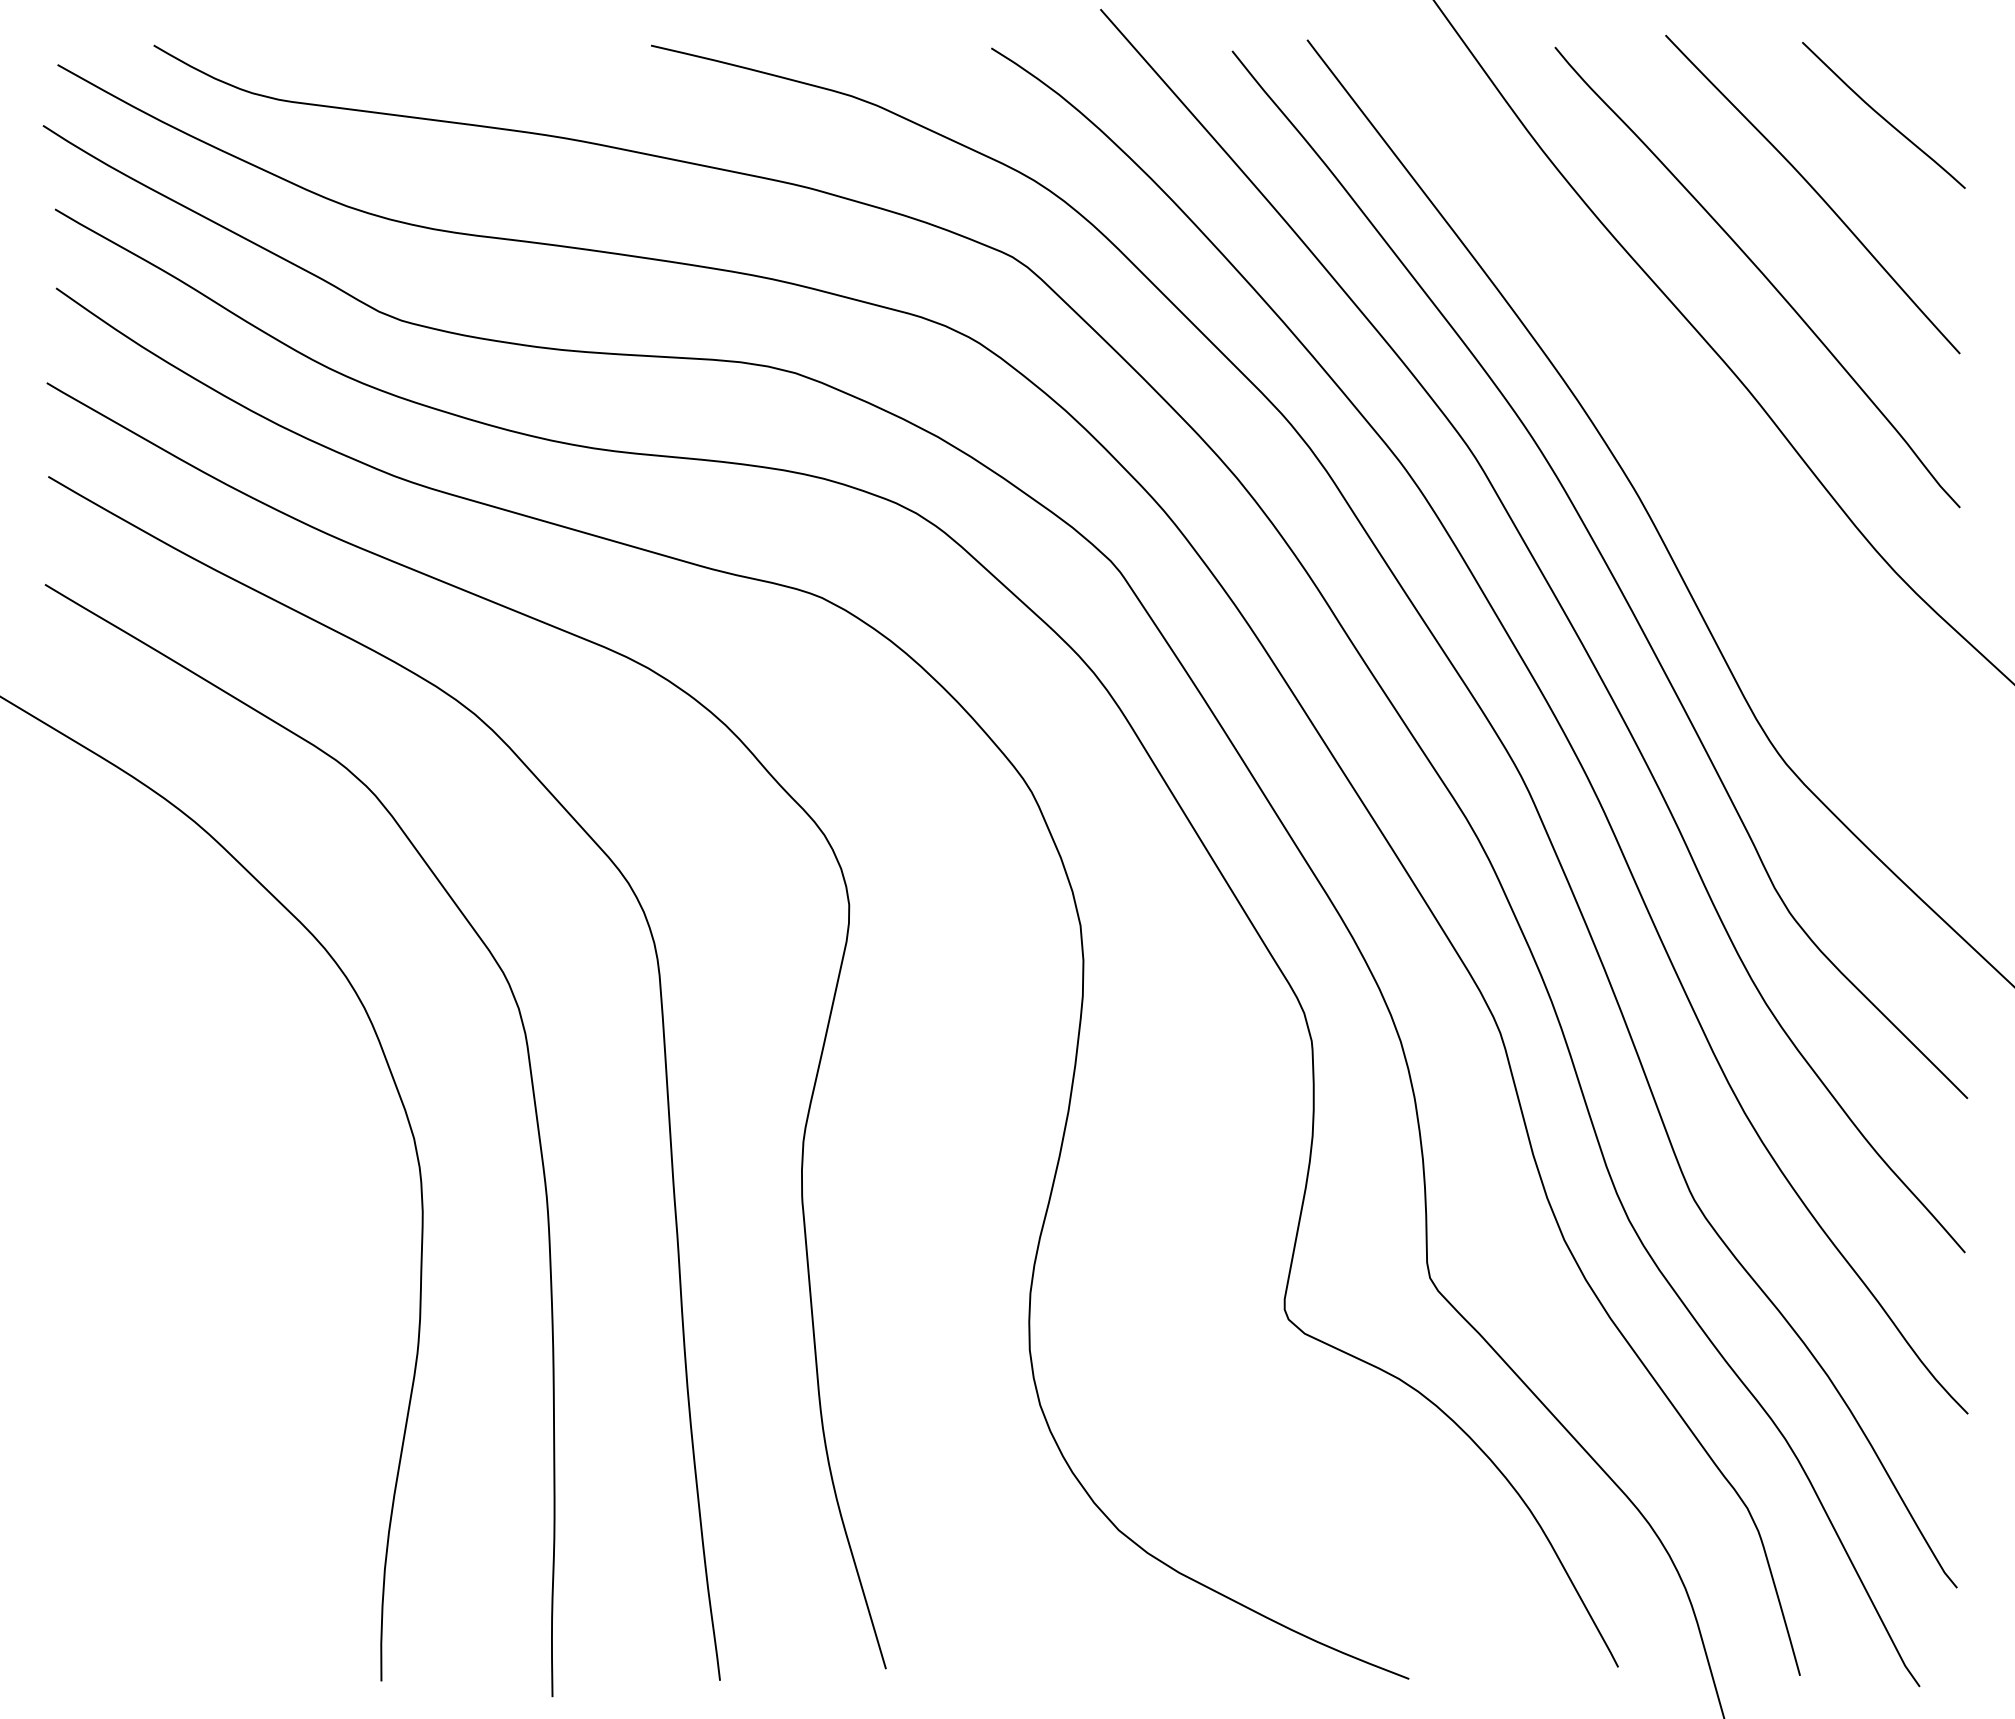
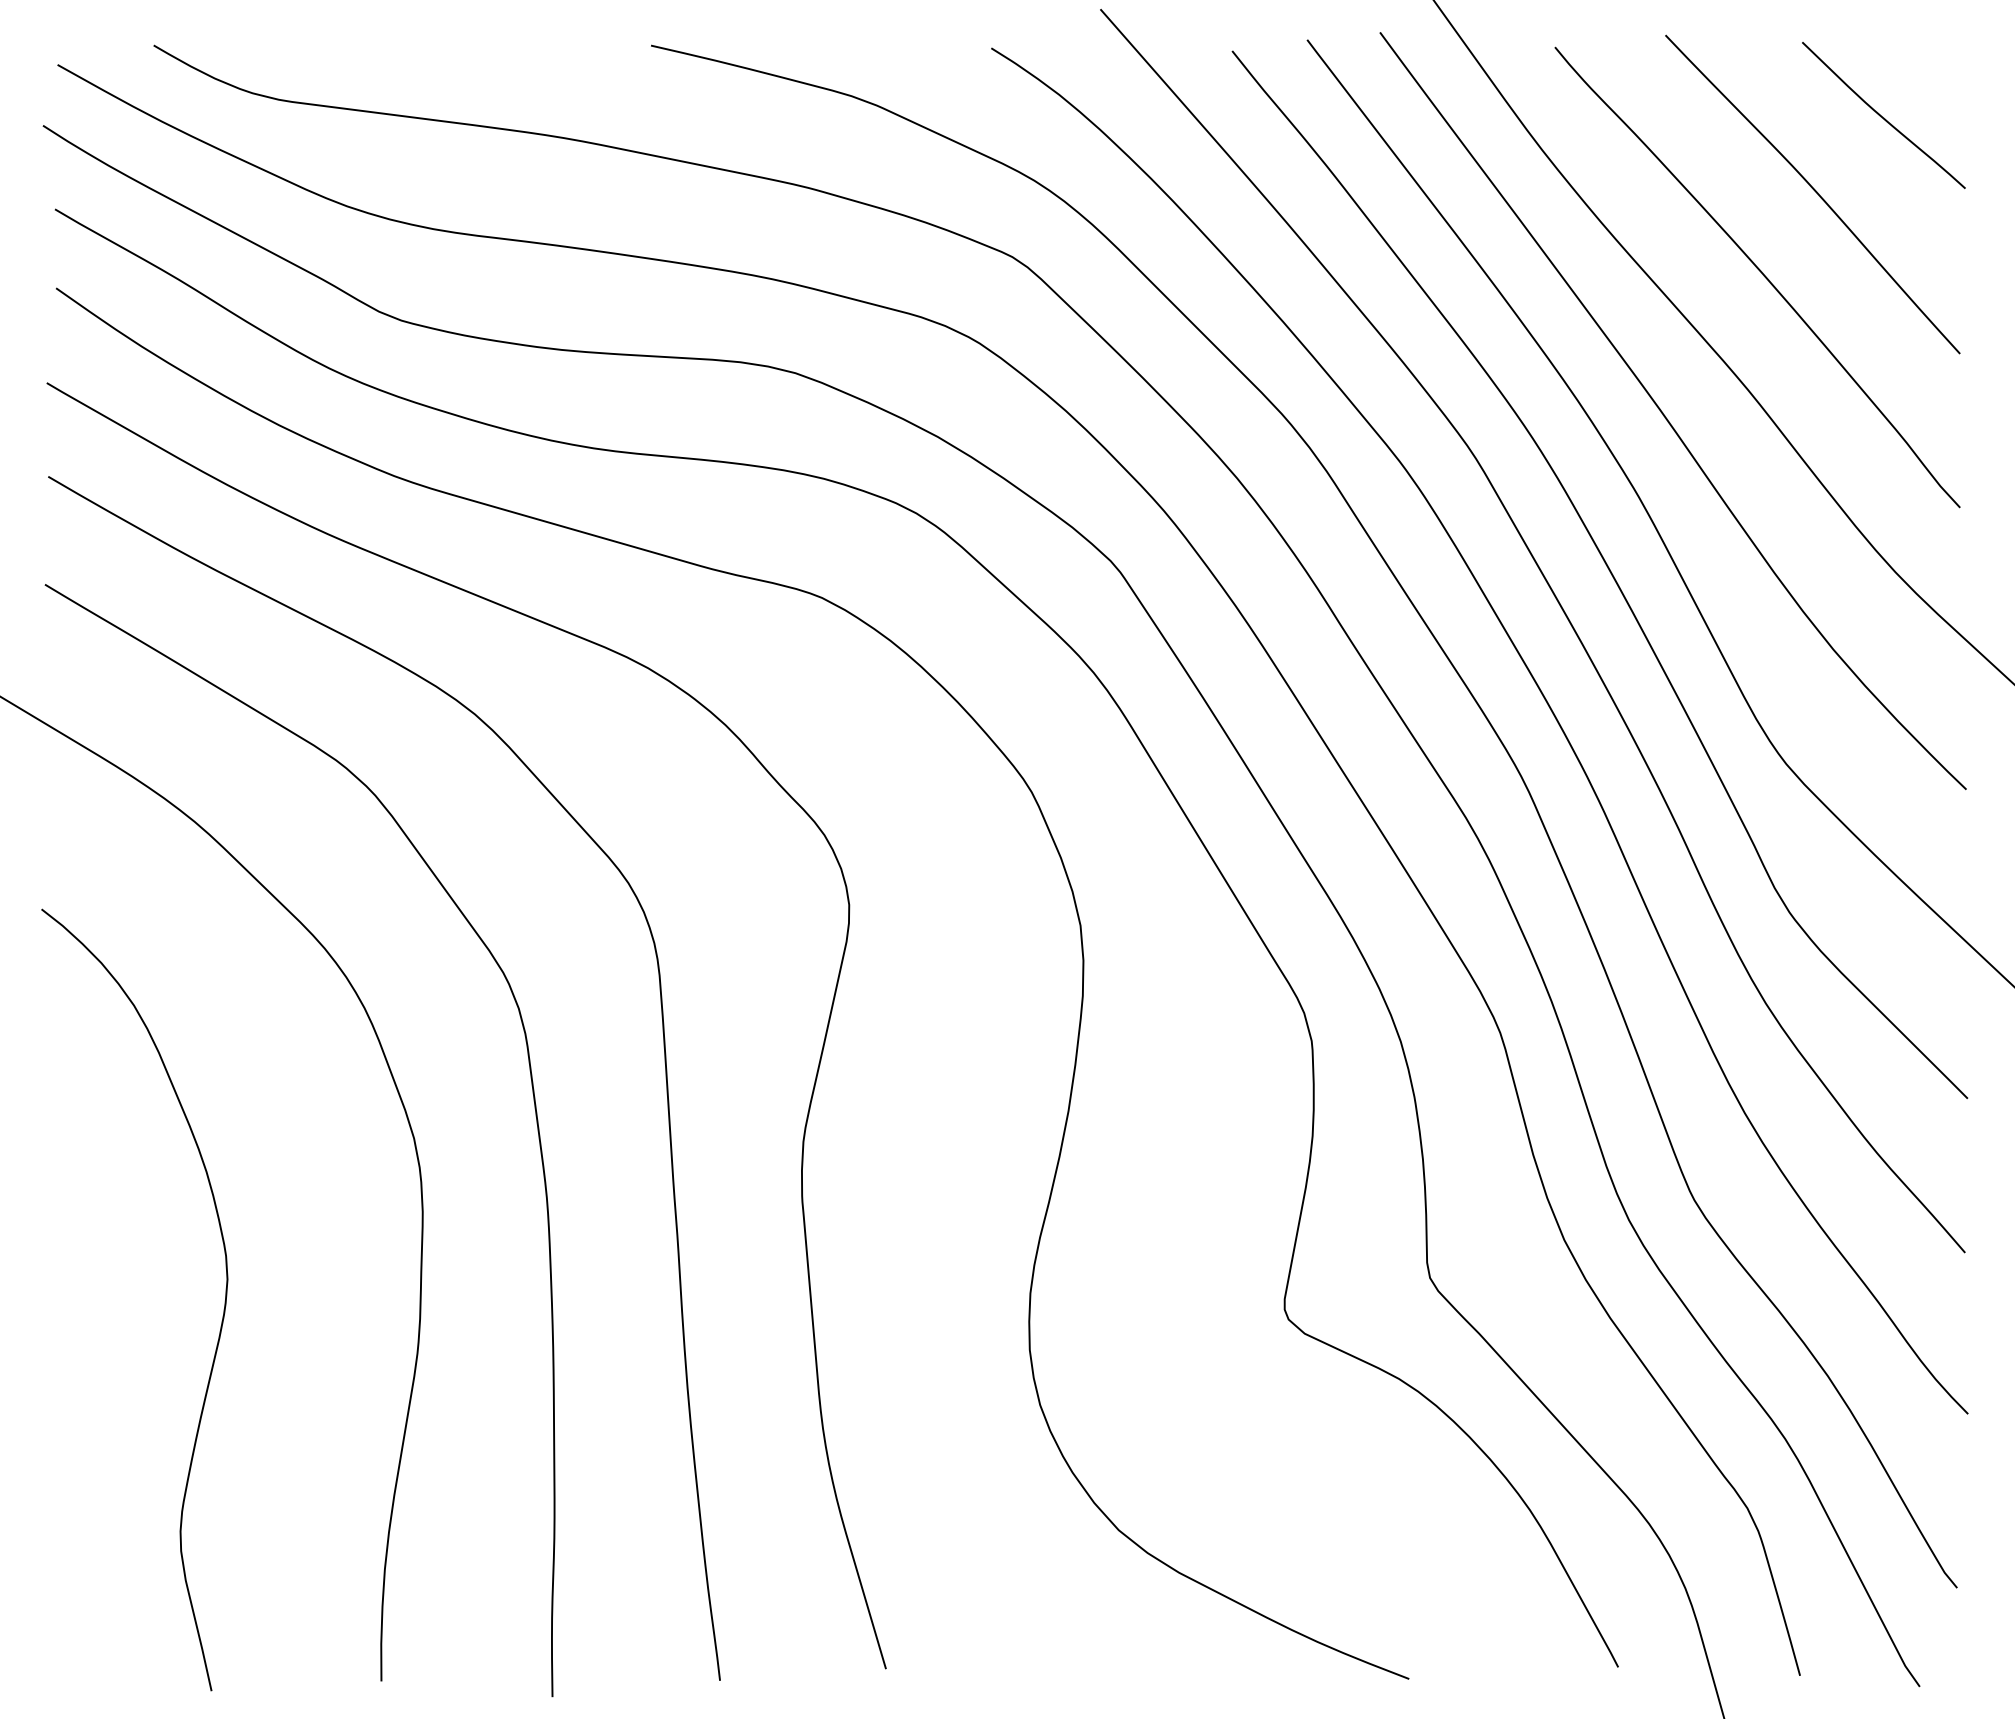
curve at (1665, 415): none -> present
curve at (223, 1309): none -> present
